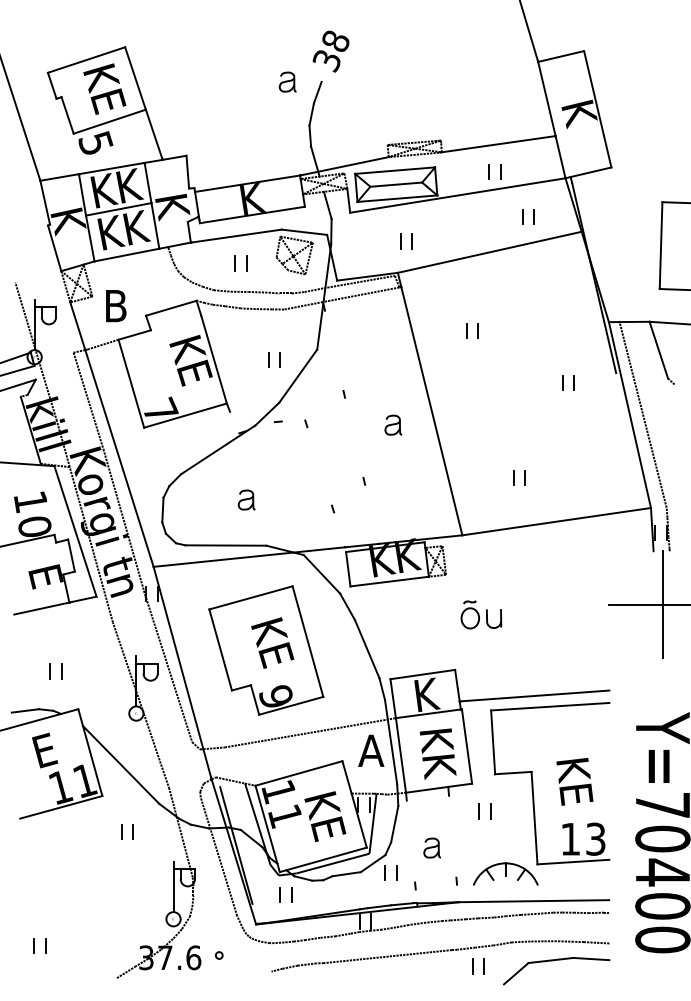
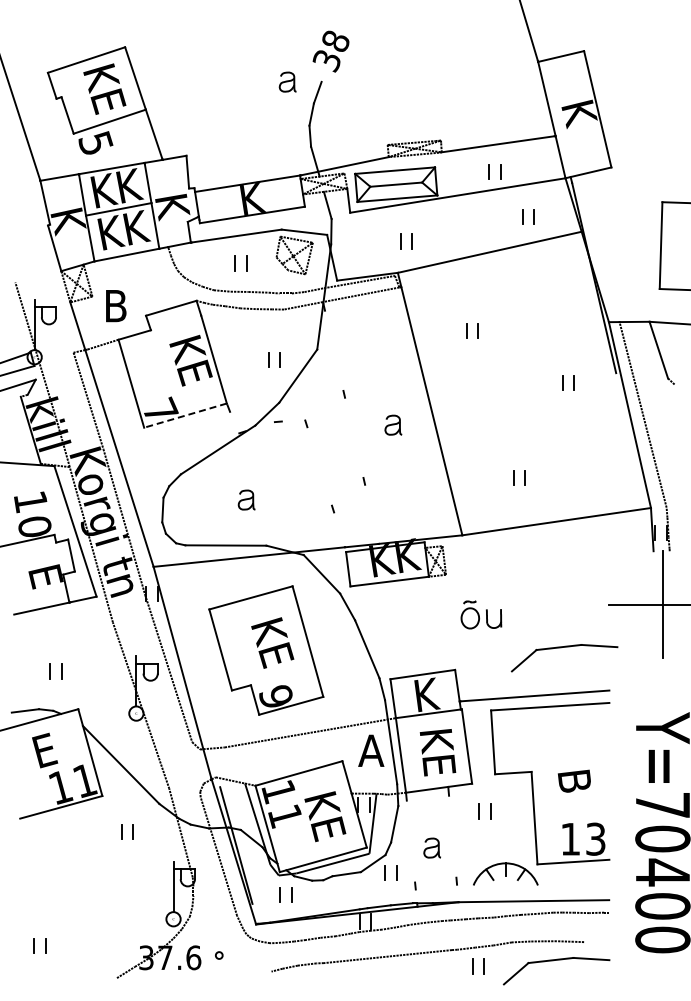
line at (185, 415): solid -> dashed
part at (561, 648): none -> present
text at (438, 753): KK -> KE
text at (574, 781): KE -> B
line at (596, 942): present -> none
